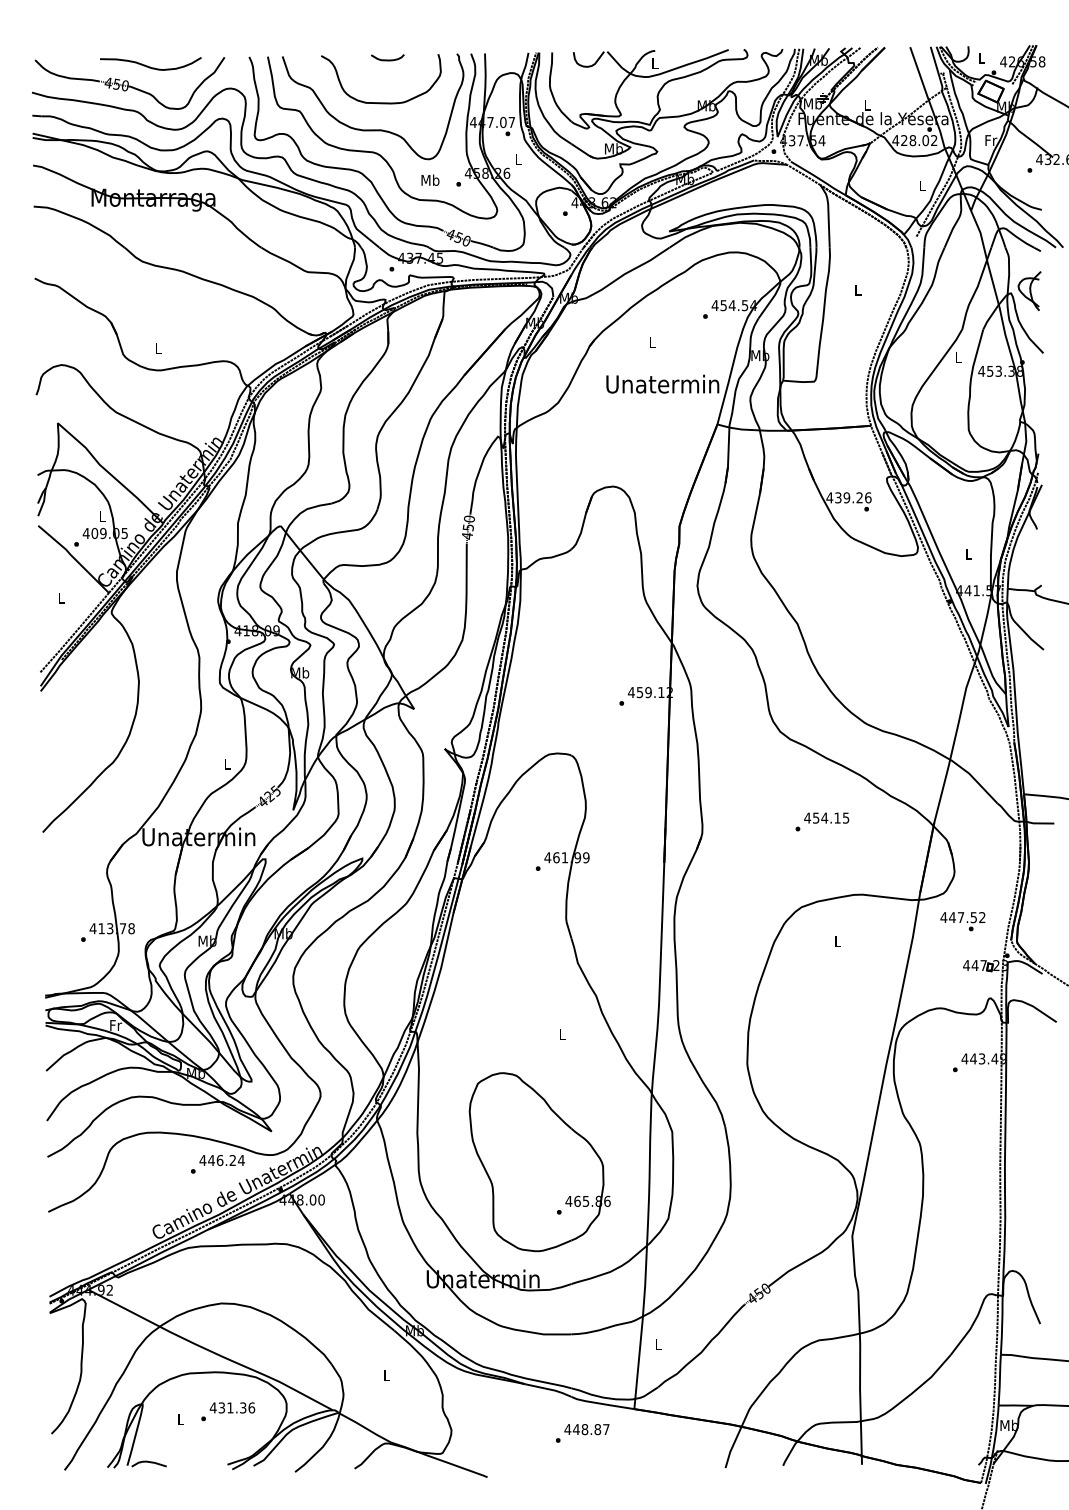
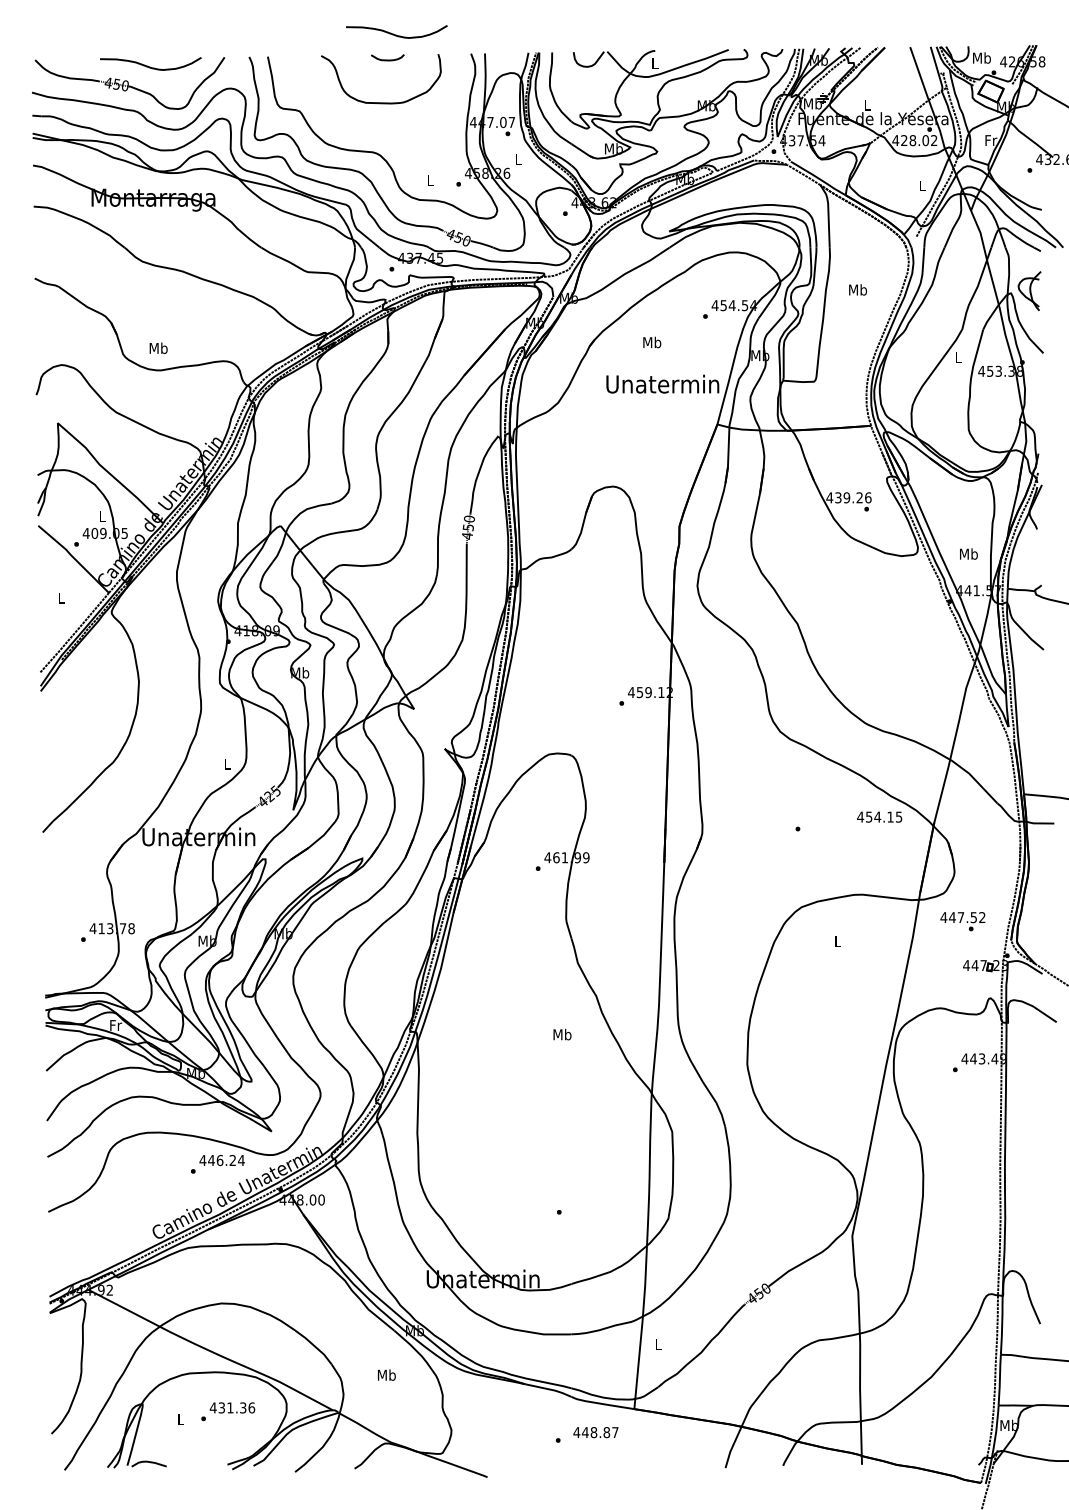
curve at (396, 34): none -> present
text at (981, 57): L -> Mb
curve at (373, 129): present -> none
text at (430, 179): Mb -> L
text at (858, 289): L -> Mb
text at (652, 342): L -> Mb
text at (158, 347): L -> Mb
text at (968, 553): L -> Mb
text at (826, 817) position: (826, 817) -> (879, 816)
text at (562, 1034): L -> Mb
part at (539, 1162): present -> none
text at (386, 1374): L -> Mb
text at (586, 1429) position: (586, 1429) -> (595, 1432)
